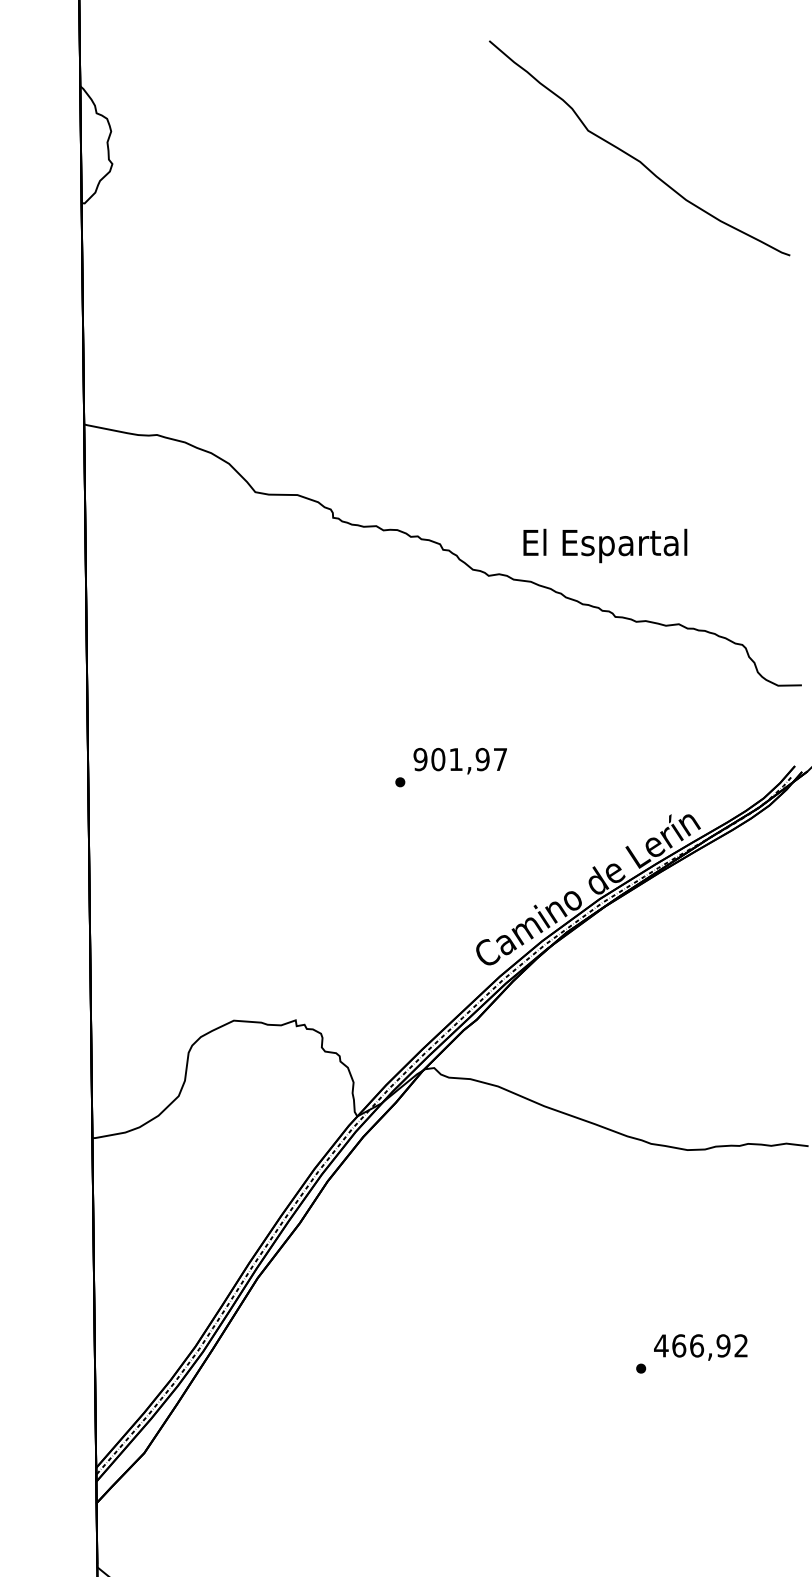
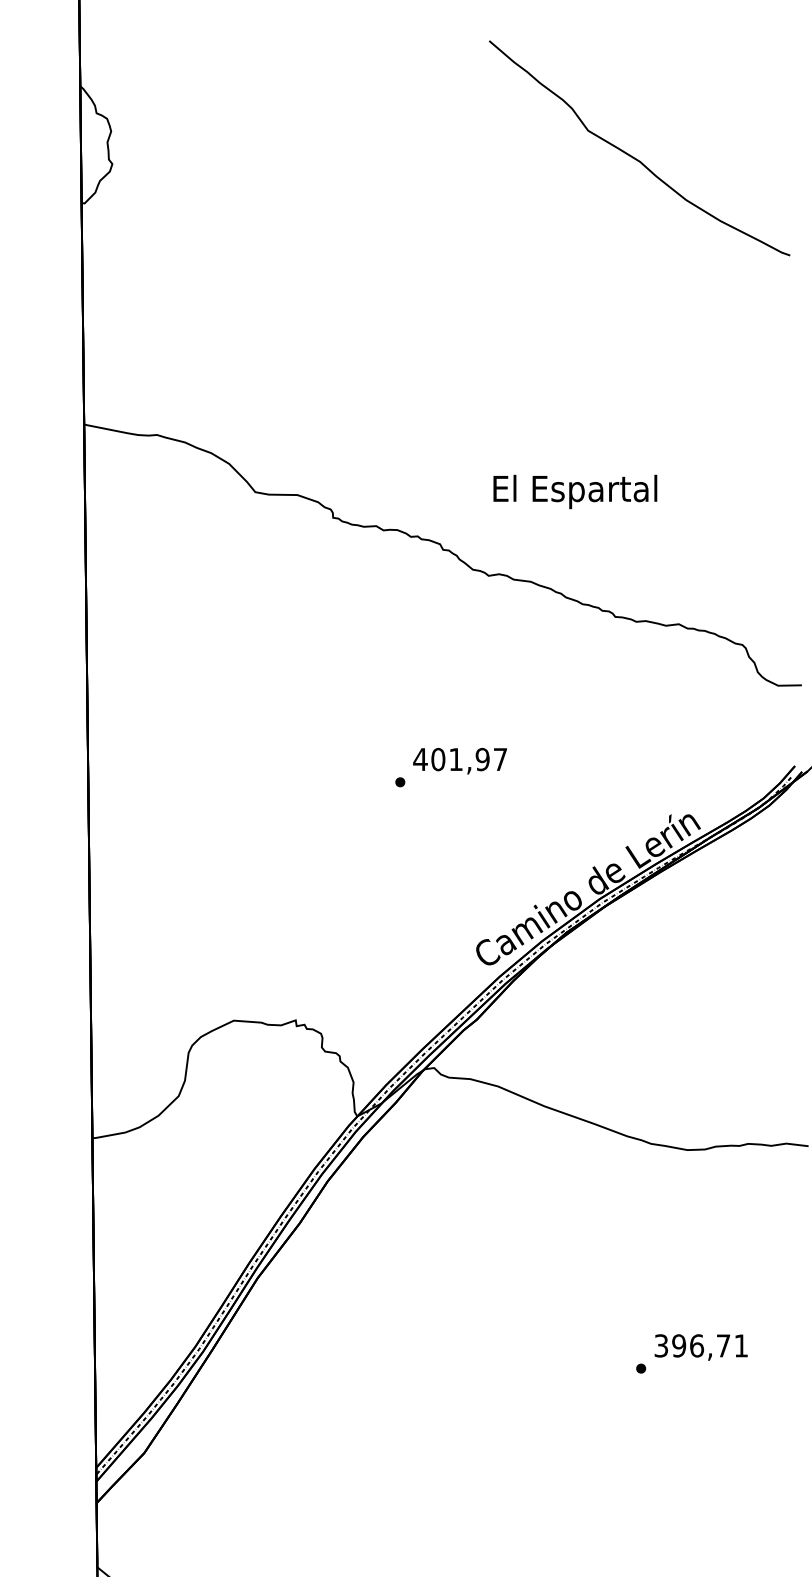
text at (605, 545) position: (605, 545) -> (575, 491)
text at (420, 759): 901,97 -> 401,97
text at (700, 1345): 466,92 -> 396,71
